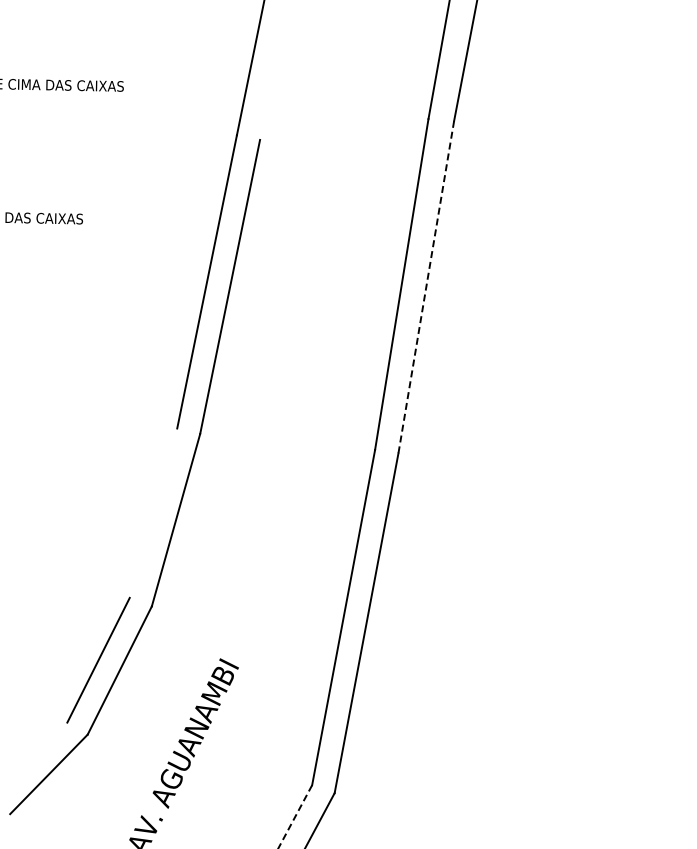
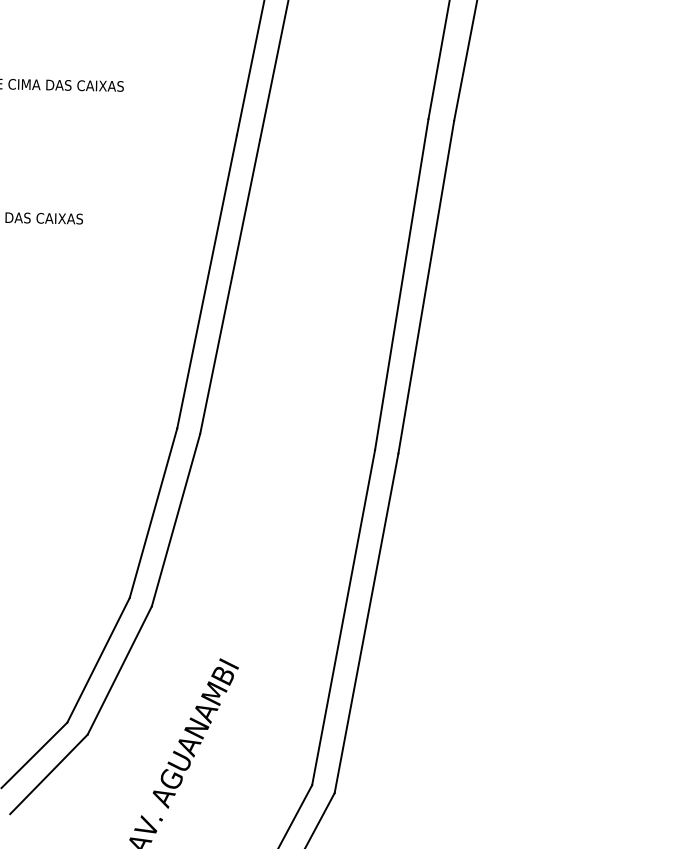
line at (273, 70): none -> present
line at (426, 287): dashed -> solid
line at (153, 512): none -> present
line at (34, 754): none -> present
line at (295, 816): dashed -> solid
